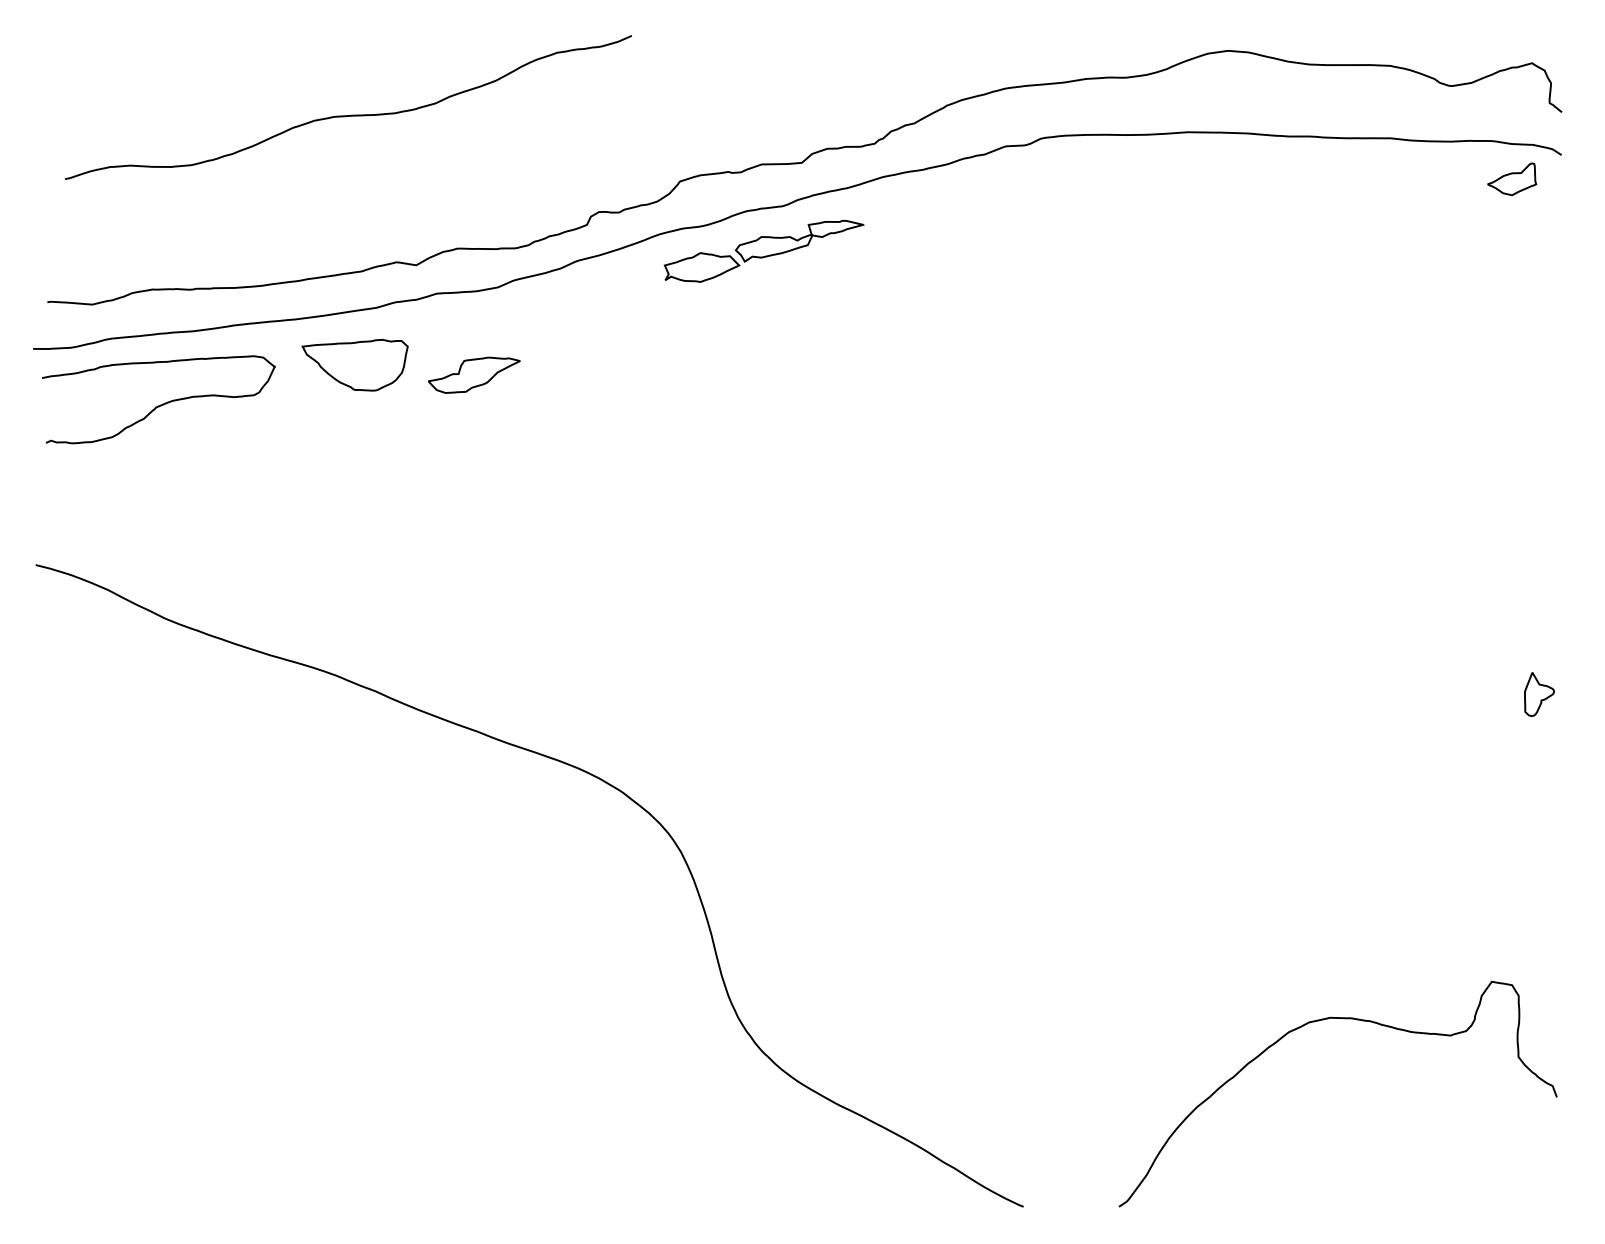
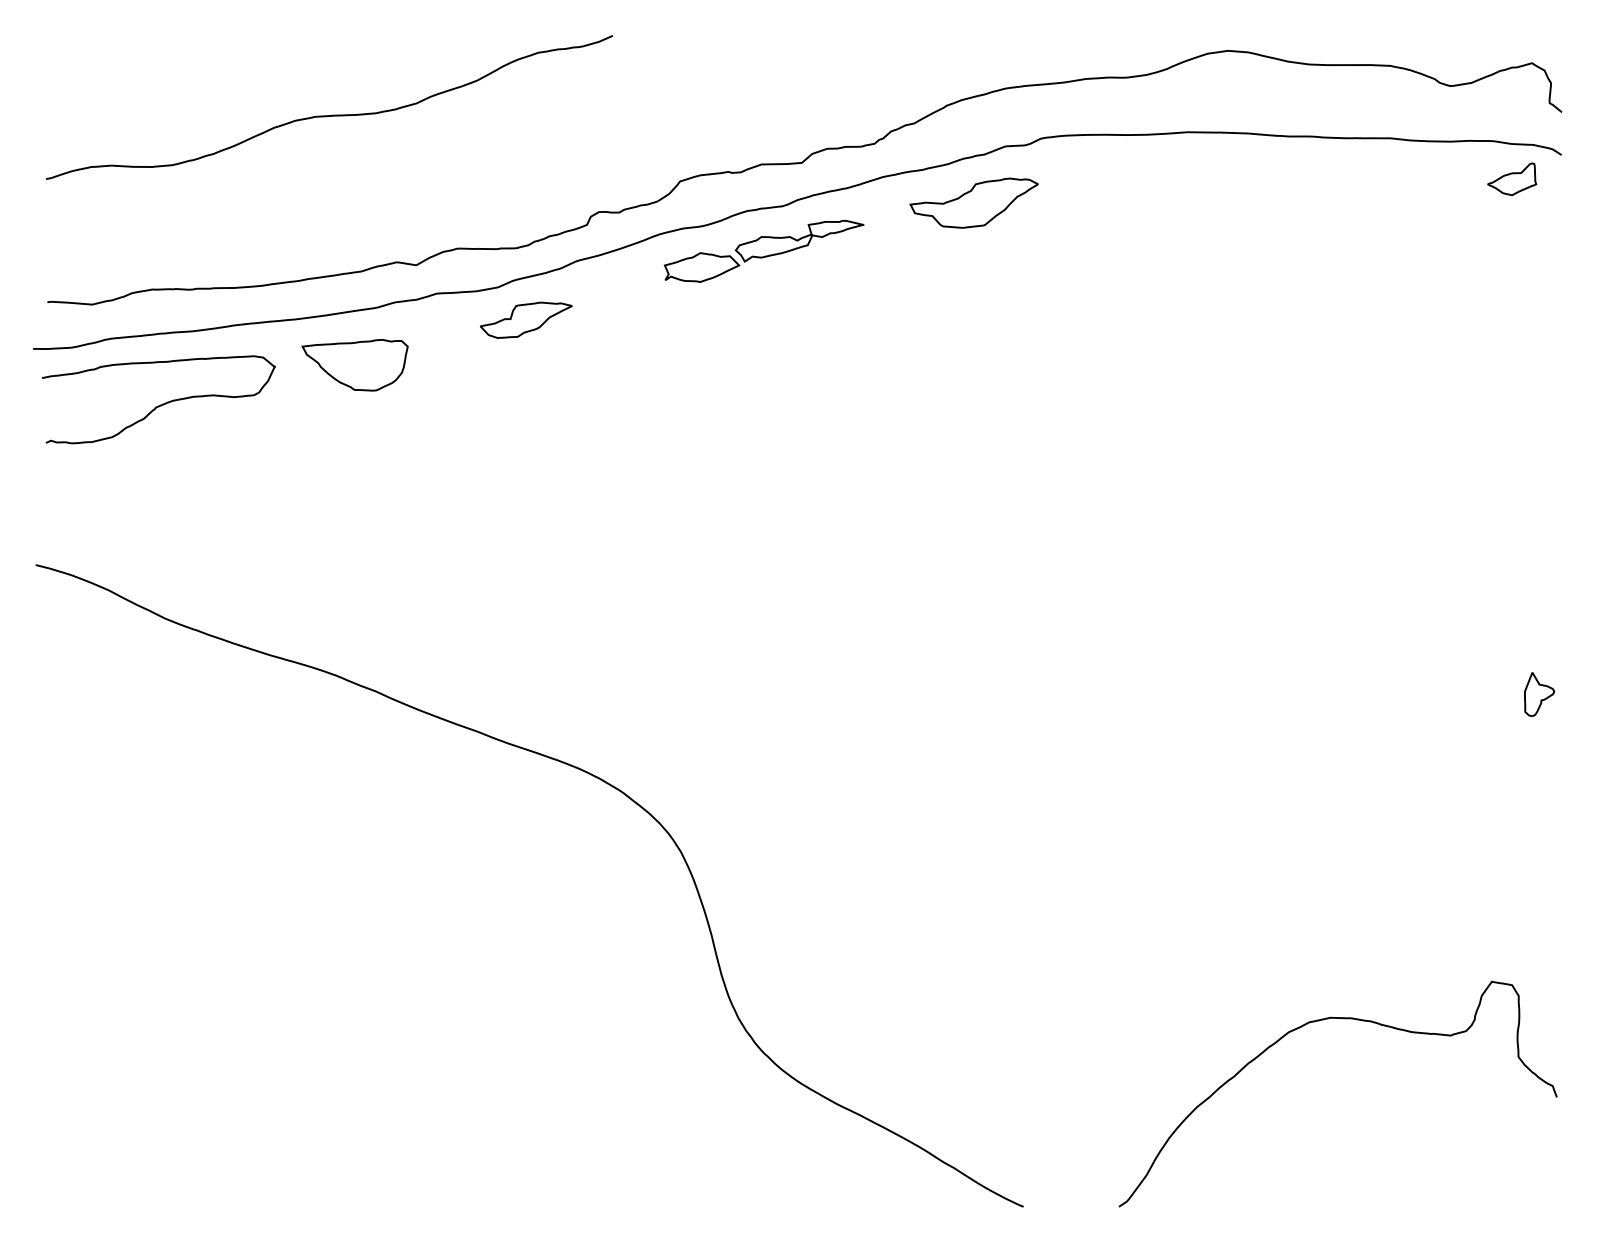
curve at (351, 114) position: (351, 114) -> (332, 114)
part at (973, 202): none -> present
part at (474, 374) position: (474, 374) -> (526, 319)
